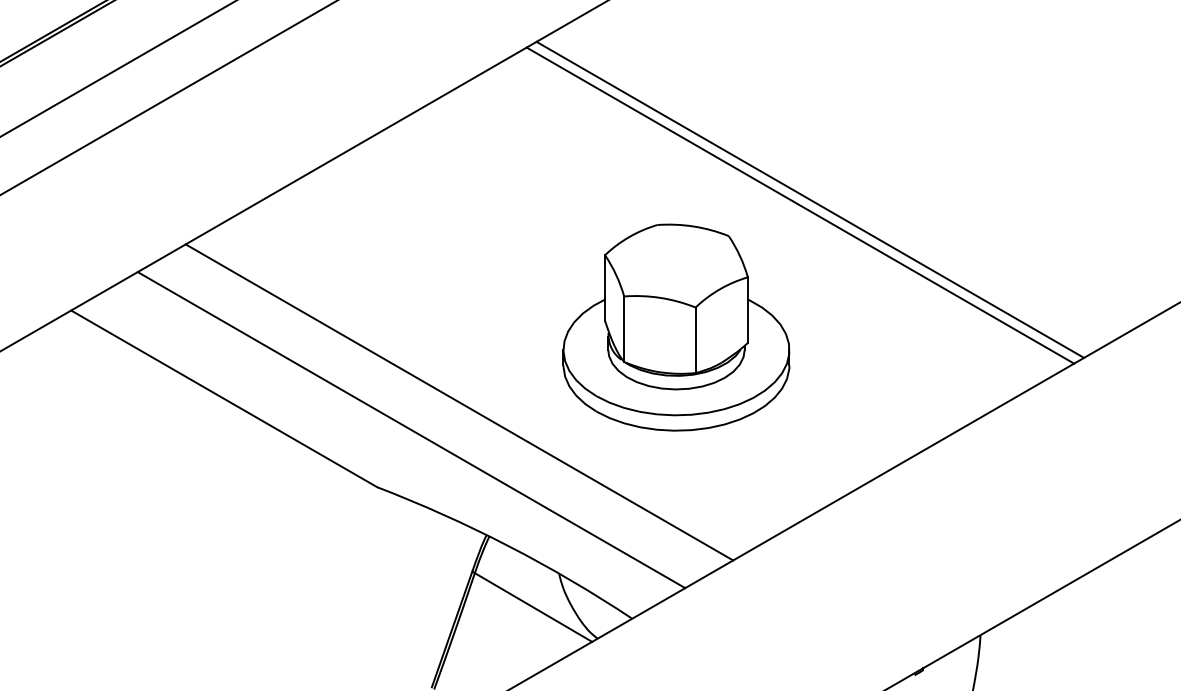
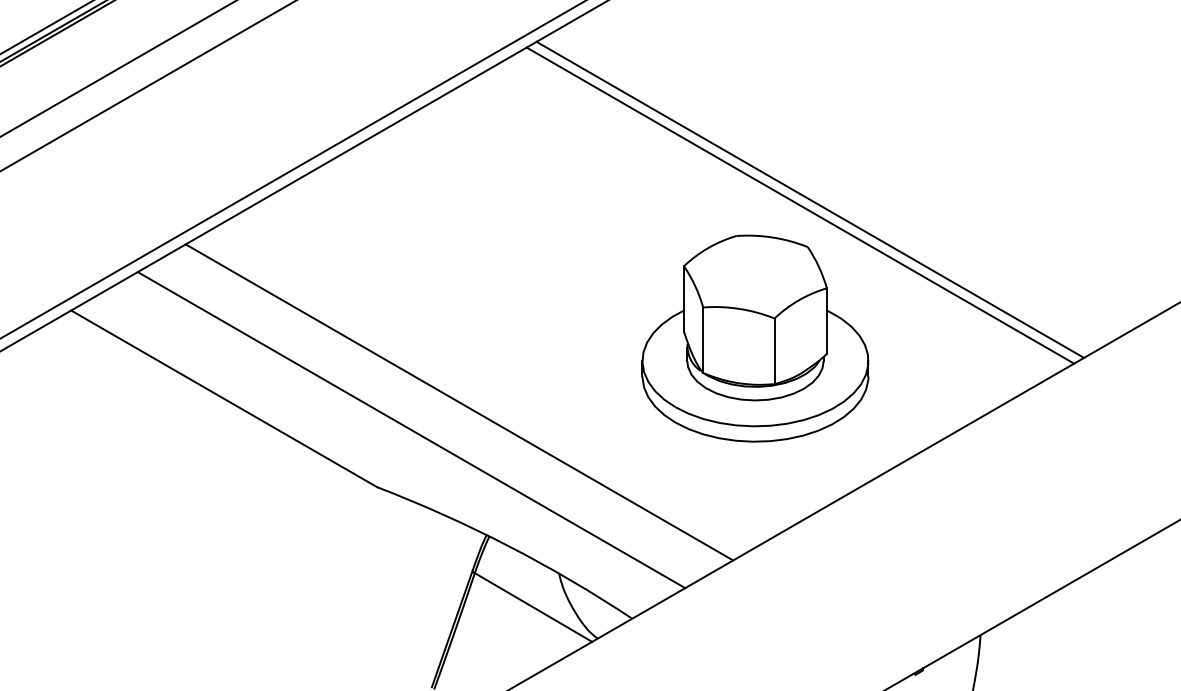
line at (46, 27): none -> present
line at (168, 97) position: (168, 97) -> (147, 85)
line at (292, 169): none -> present
part at (676, 327) position: (676, 327) -> (755, 338)
